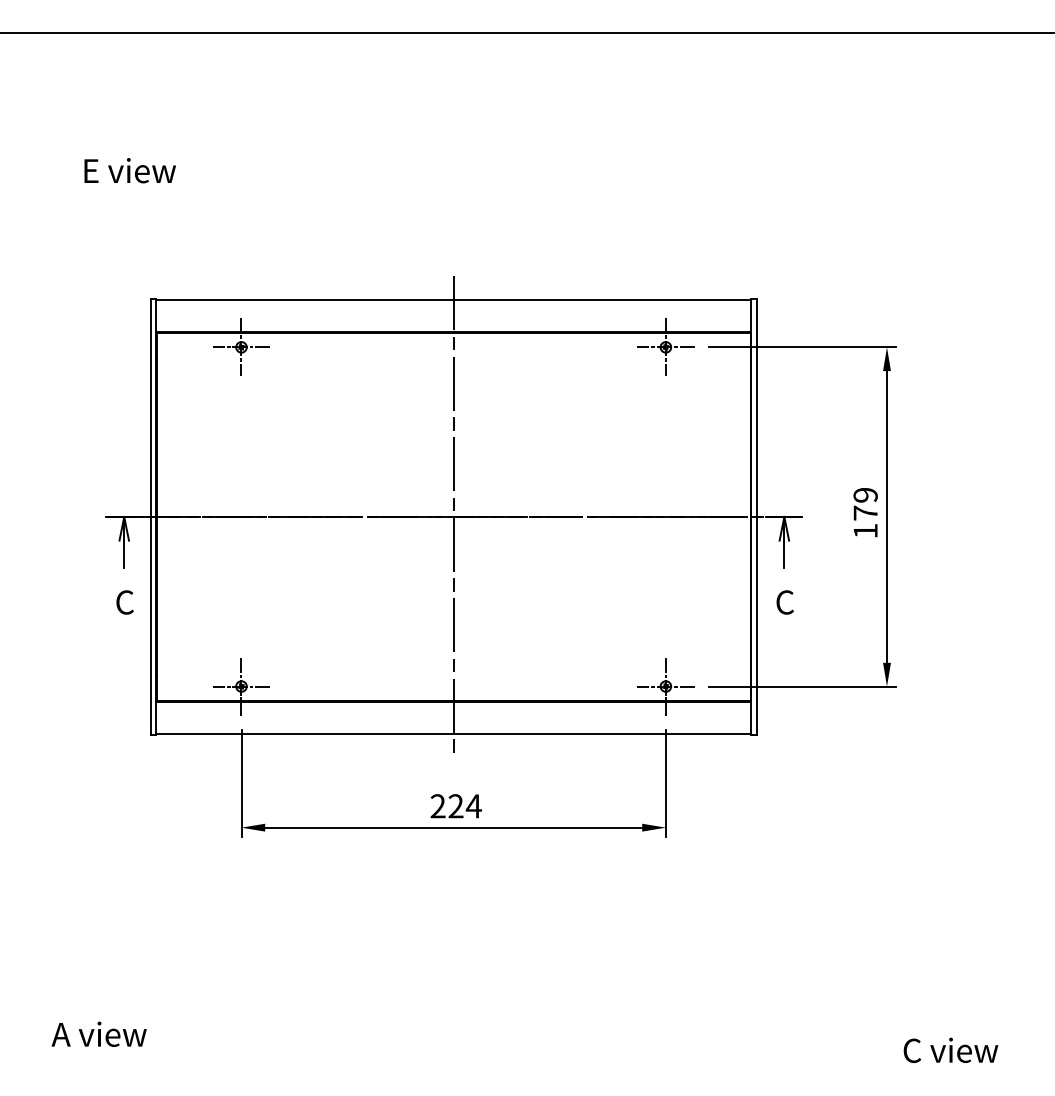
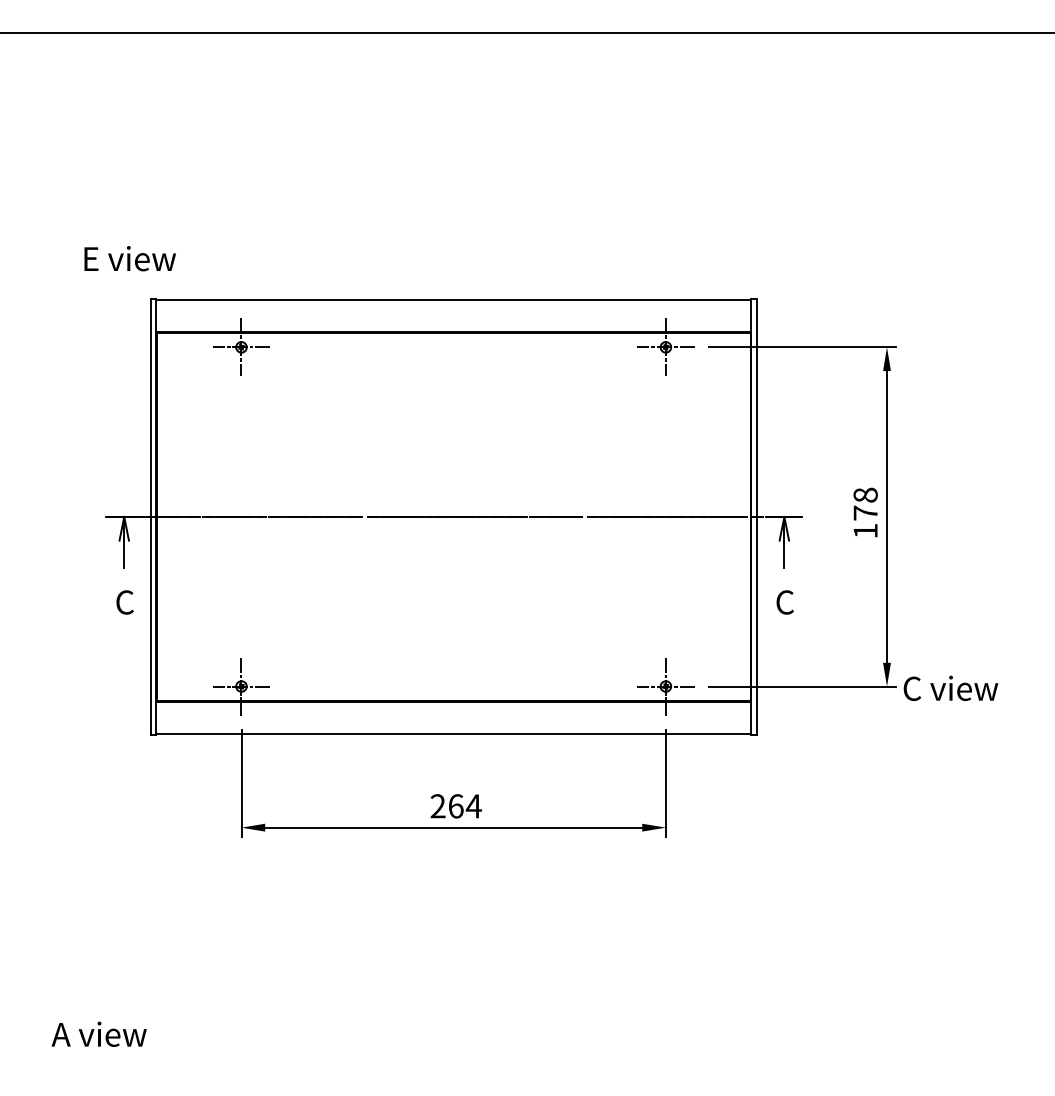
text at (129, 170) position: (129, 170) -> (129, 258)
text at (865, 494): 179 -> 178
line at (453, 516): present -> none
text at (455, 806): 224 -> 264
text at (950, 1049) position: (950, 1049) -> (950, 687)
